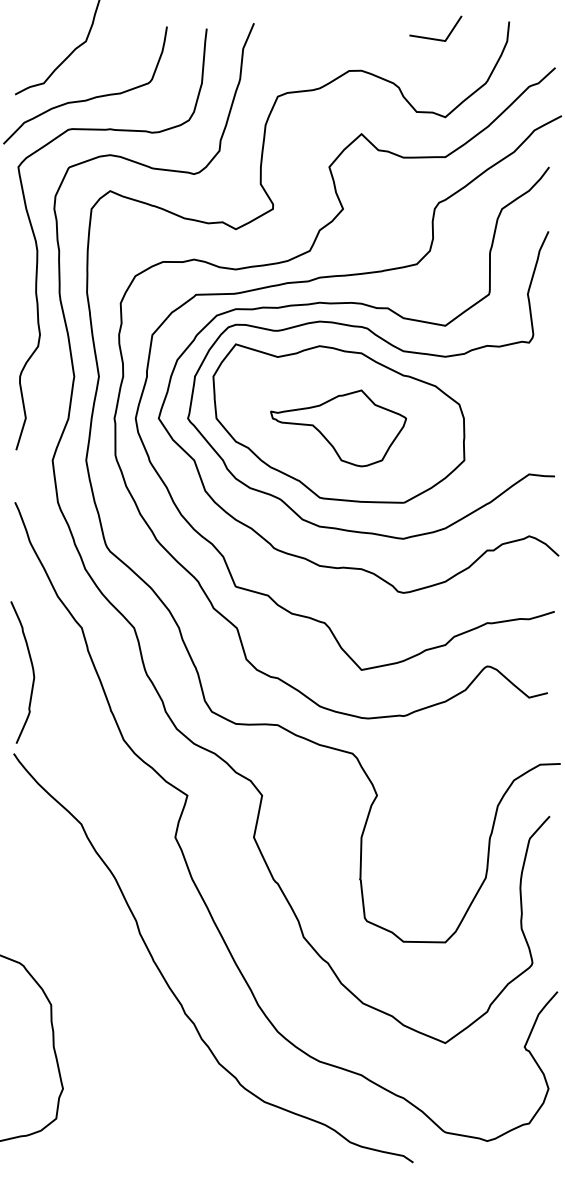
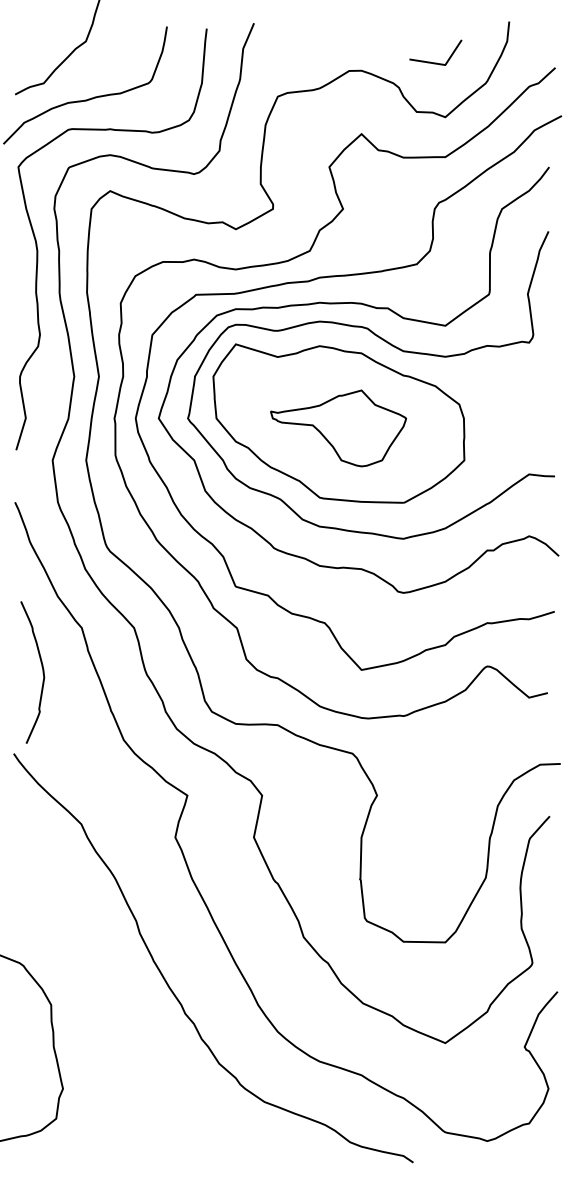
line at (435, 38) position: (435, 38) -> (435, 62)
curve at (32, 672) position: (32, 672) -> (42, 672)
